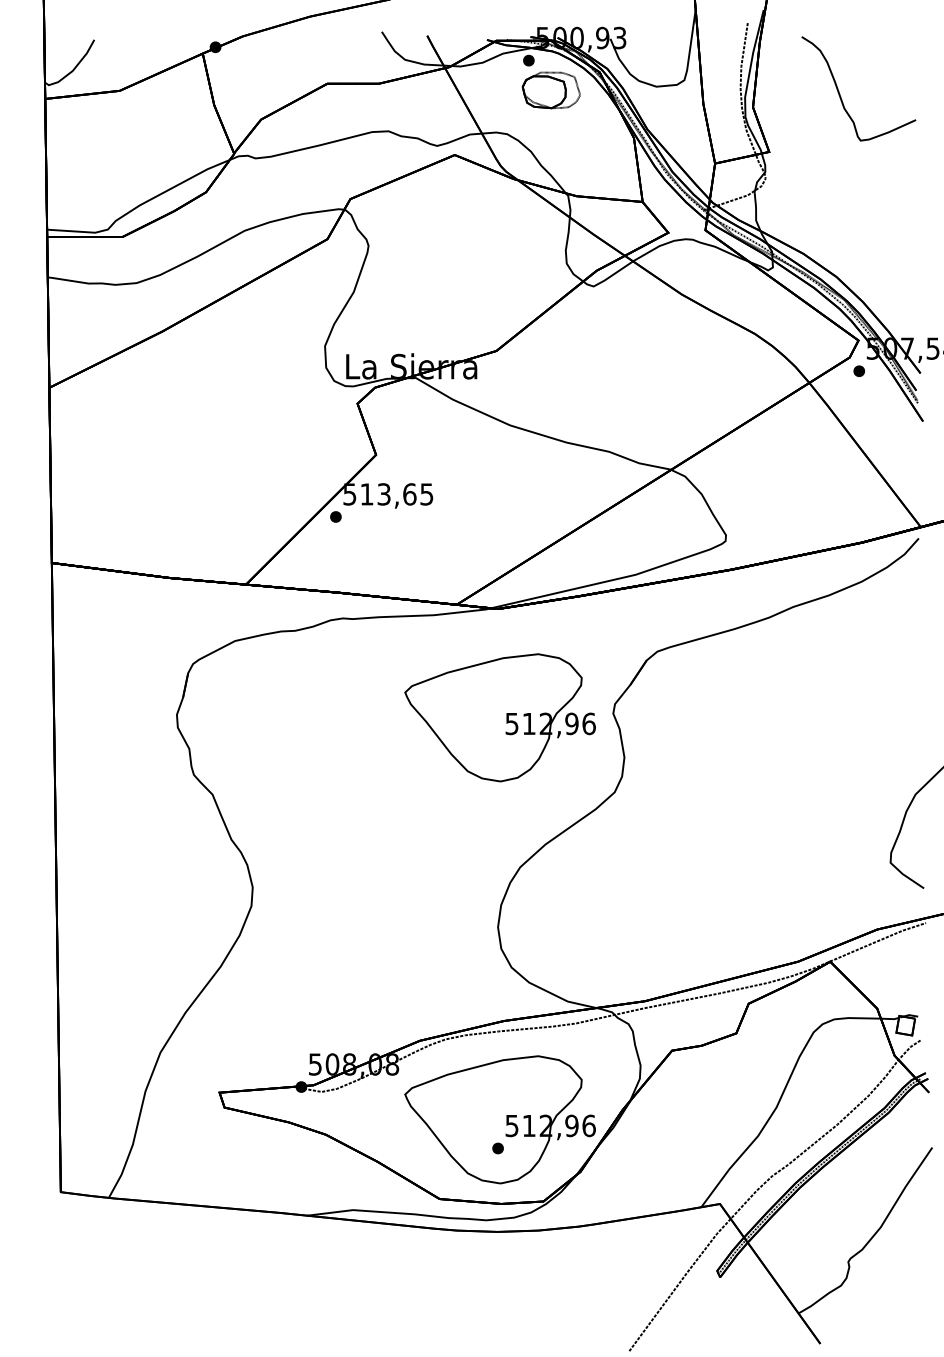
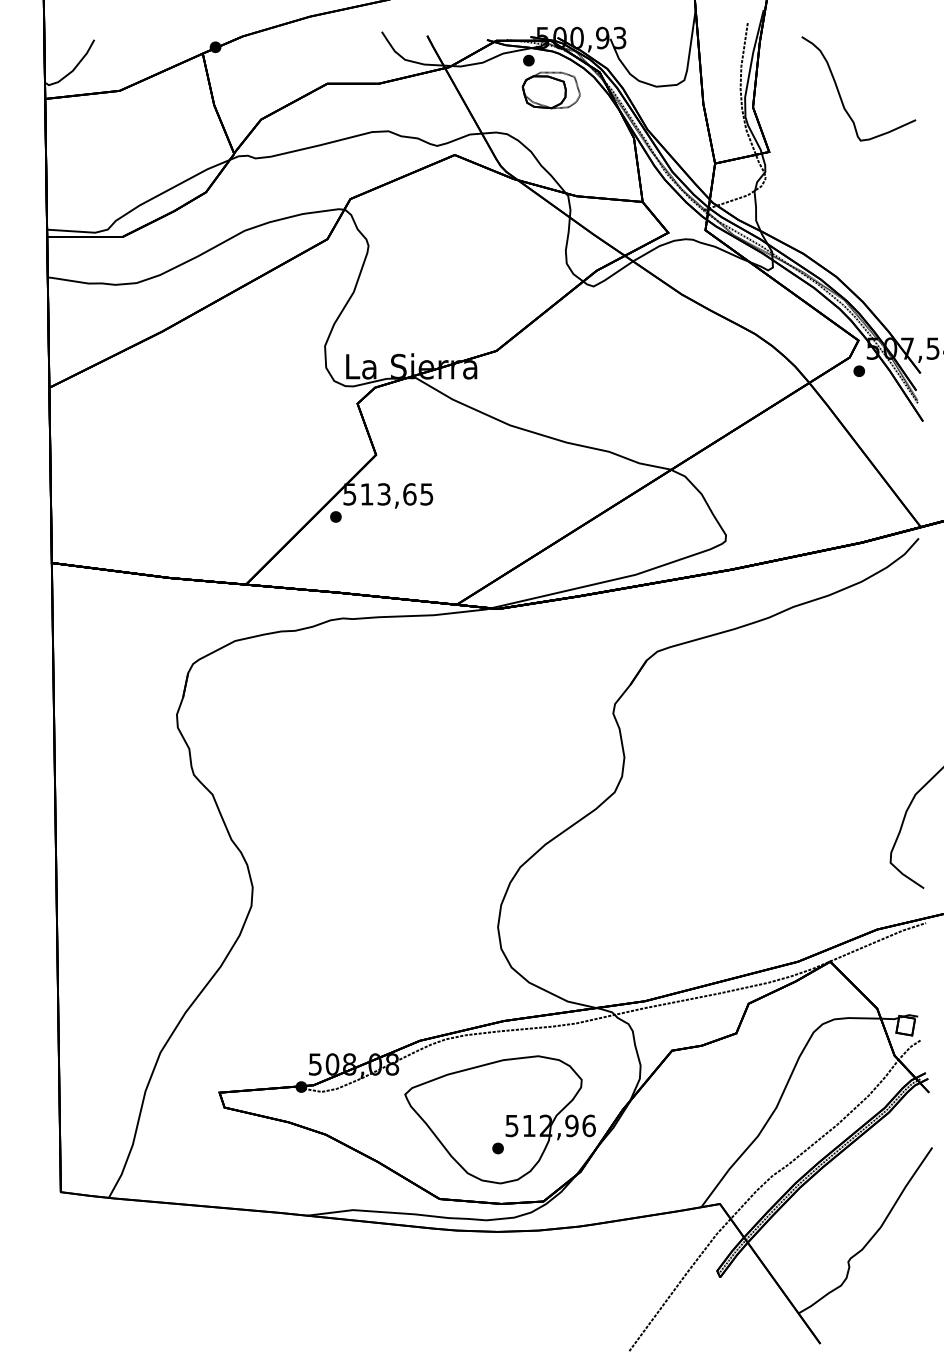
part at (499, 717): present -> none
